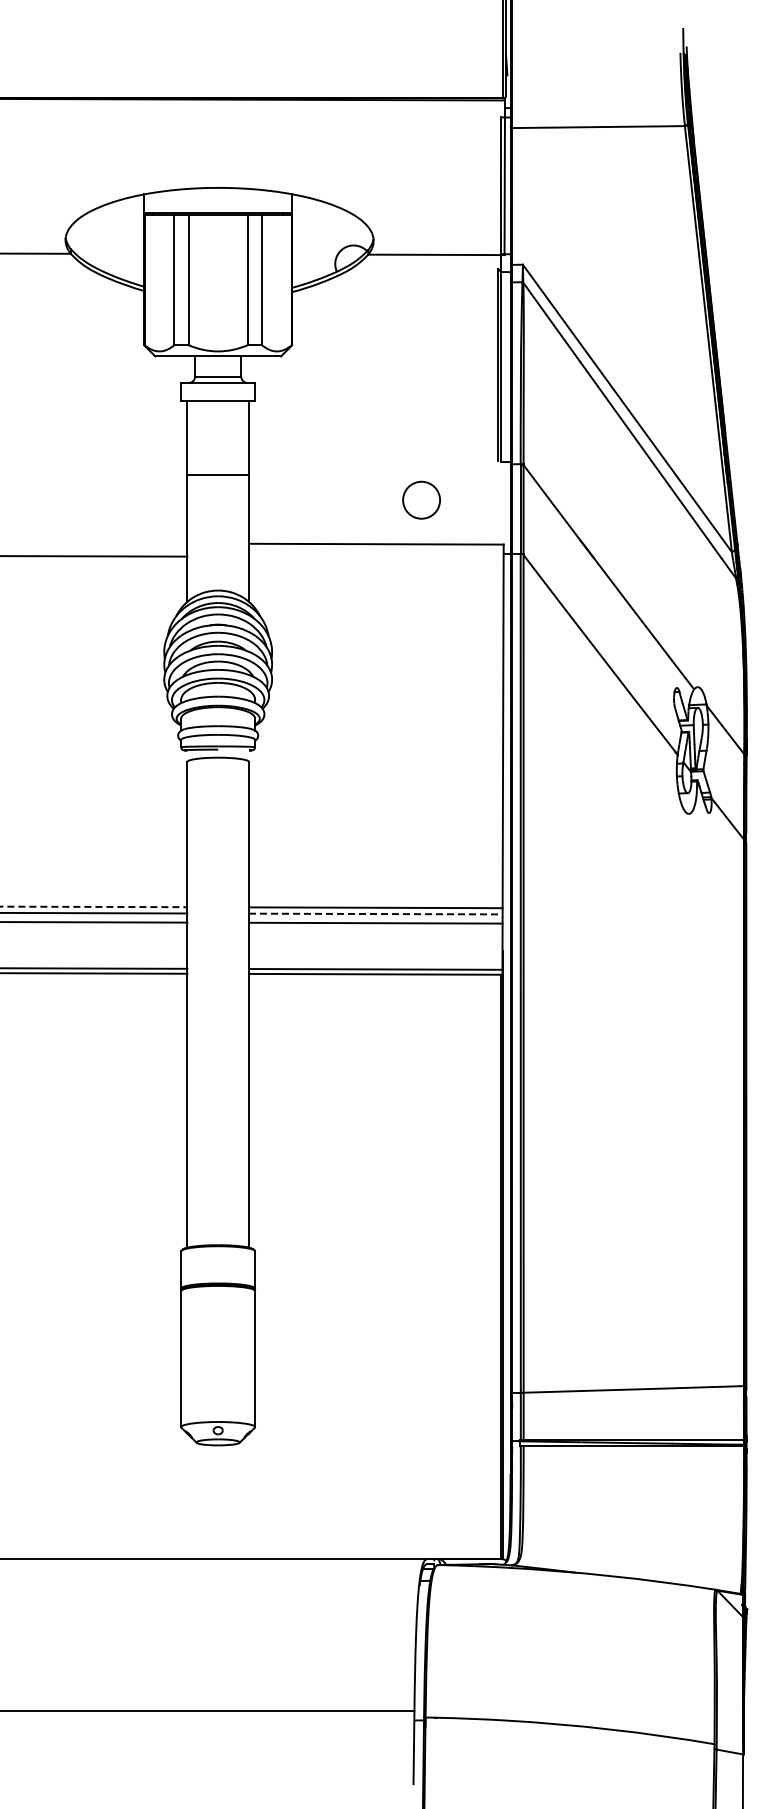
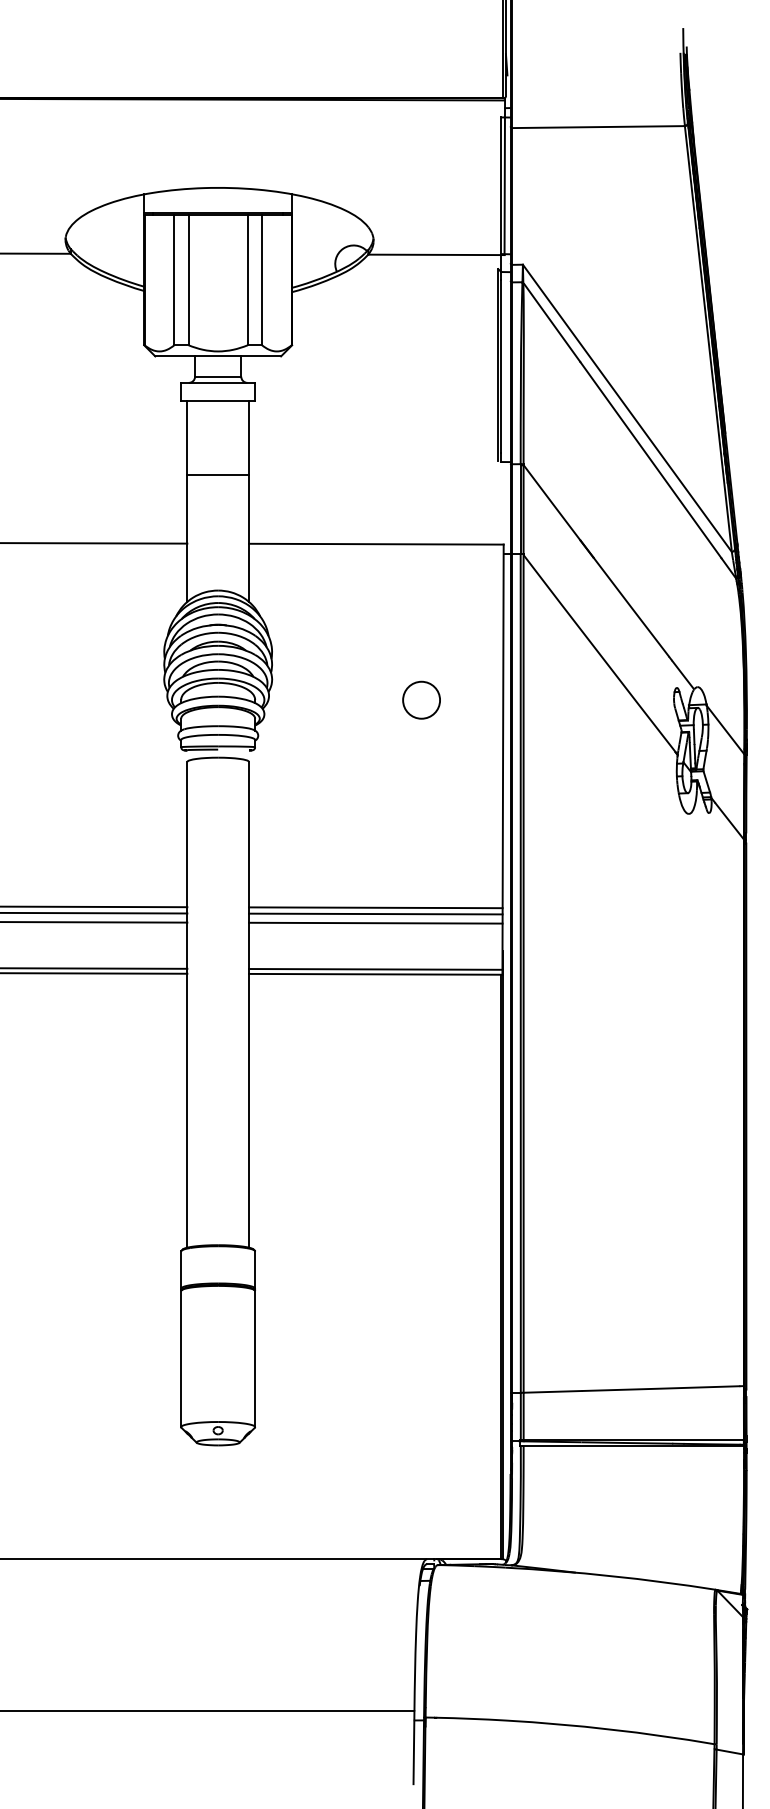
circle at (421, 499) position: (421, 499) -> (421, 699)
line at (94, 556) position: (94, 556) -> (94, 543)
line at (94, 906): dashed -> solid
line at (375, 914): dashed -> solid
